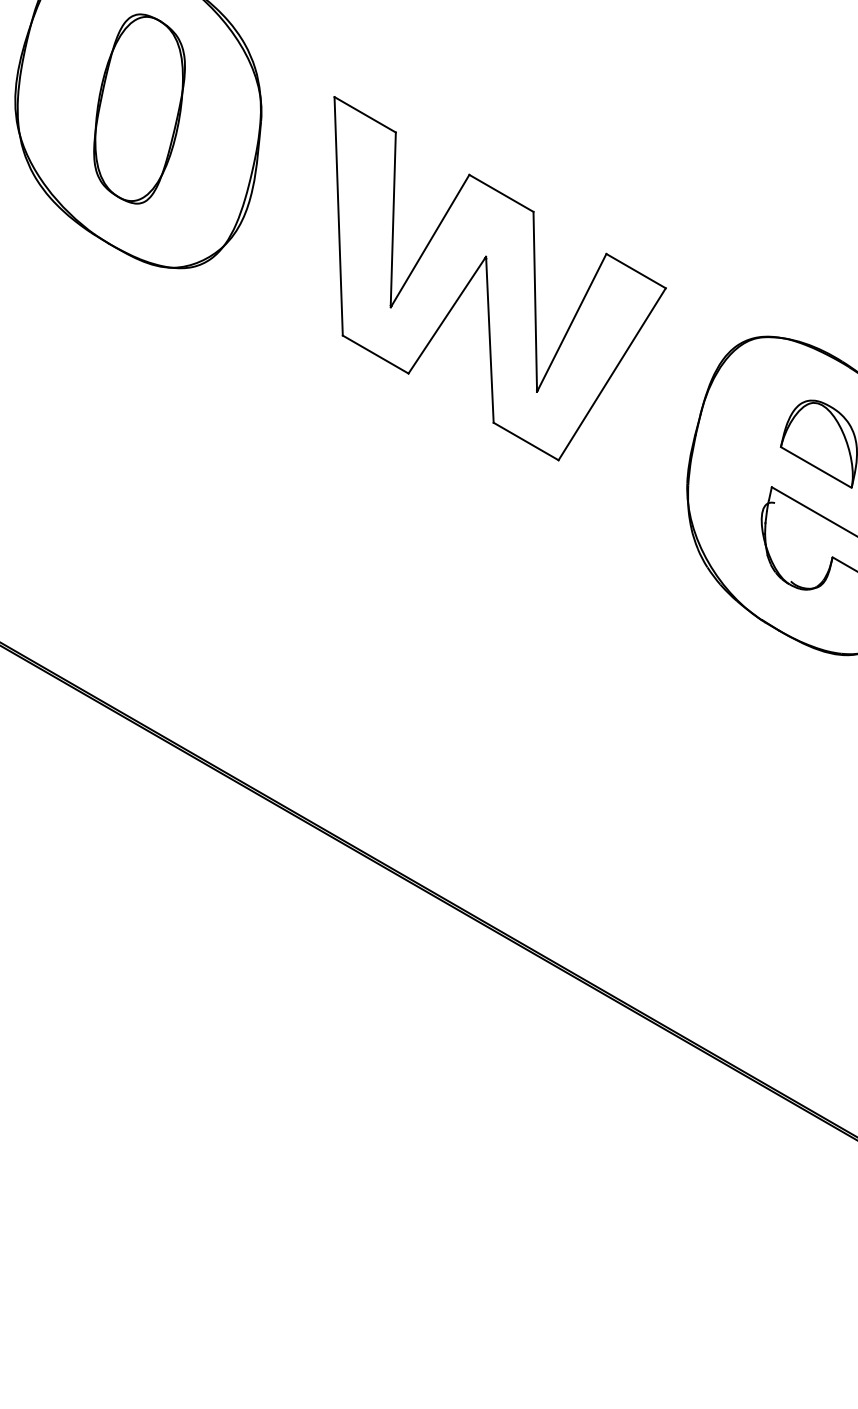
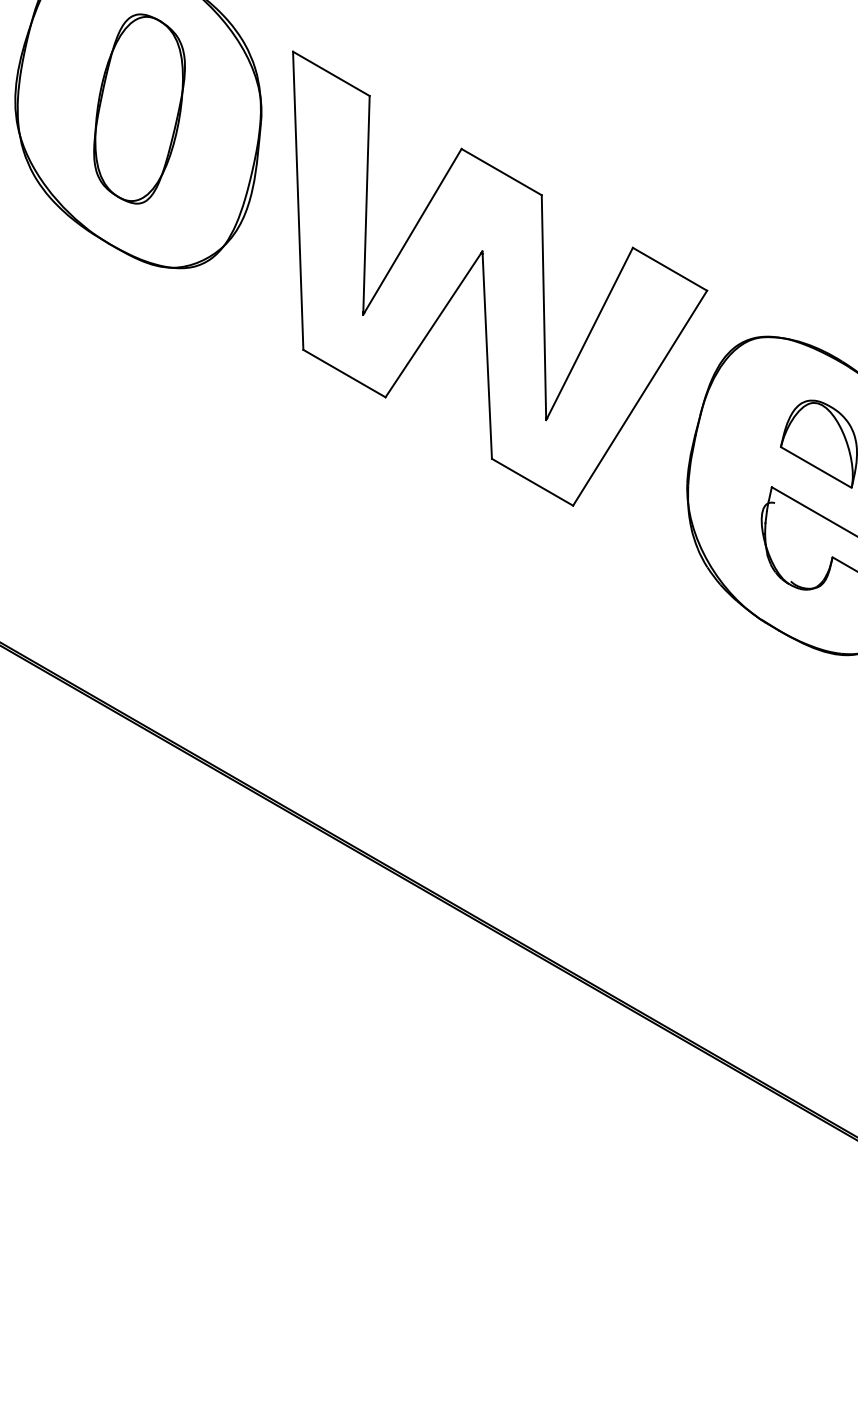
part at (499, 278) size: 334x366 px -> 417x457 px
